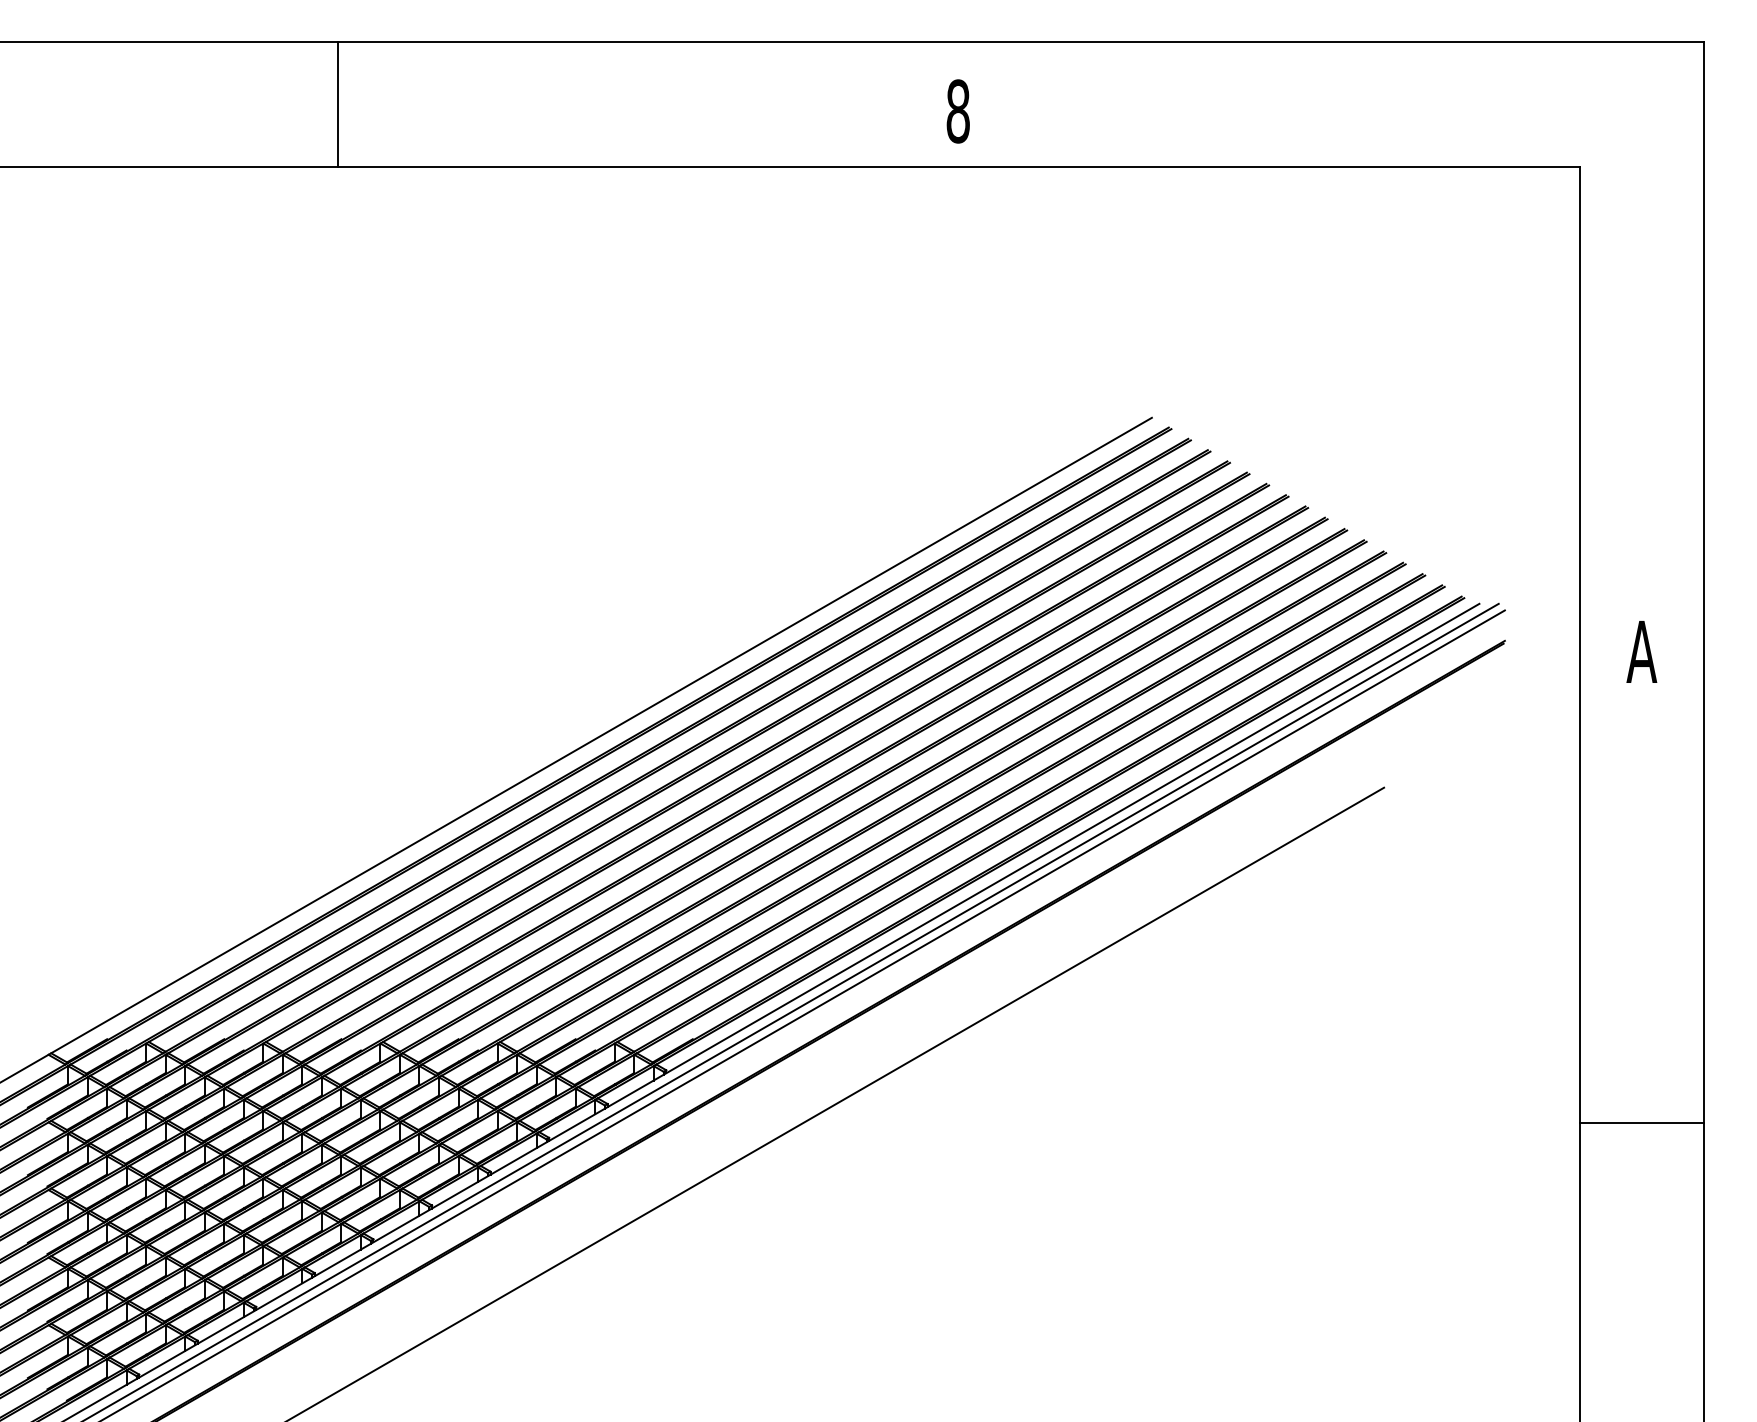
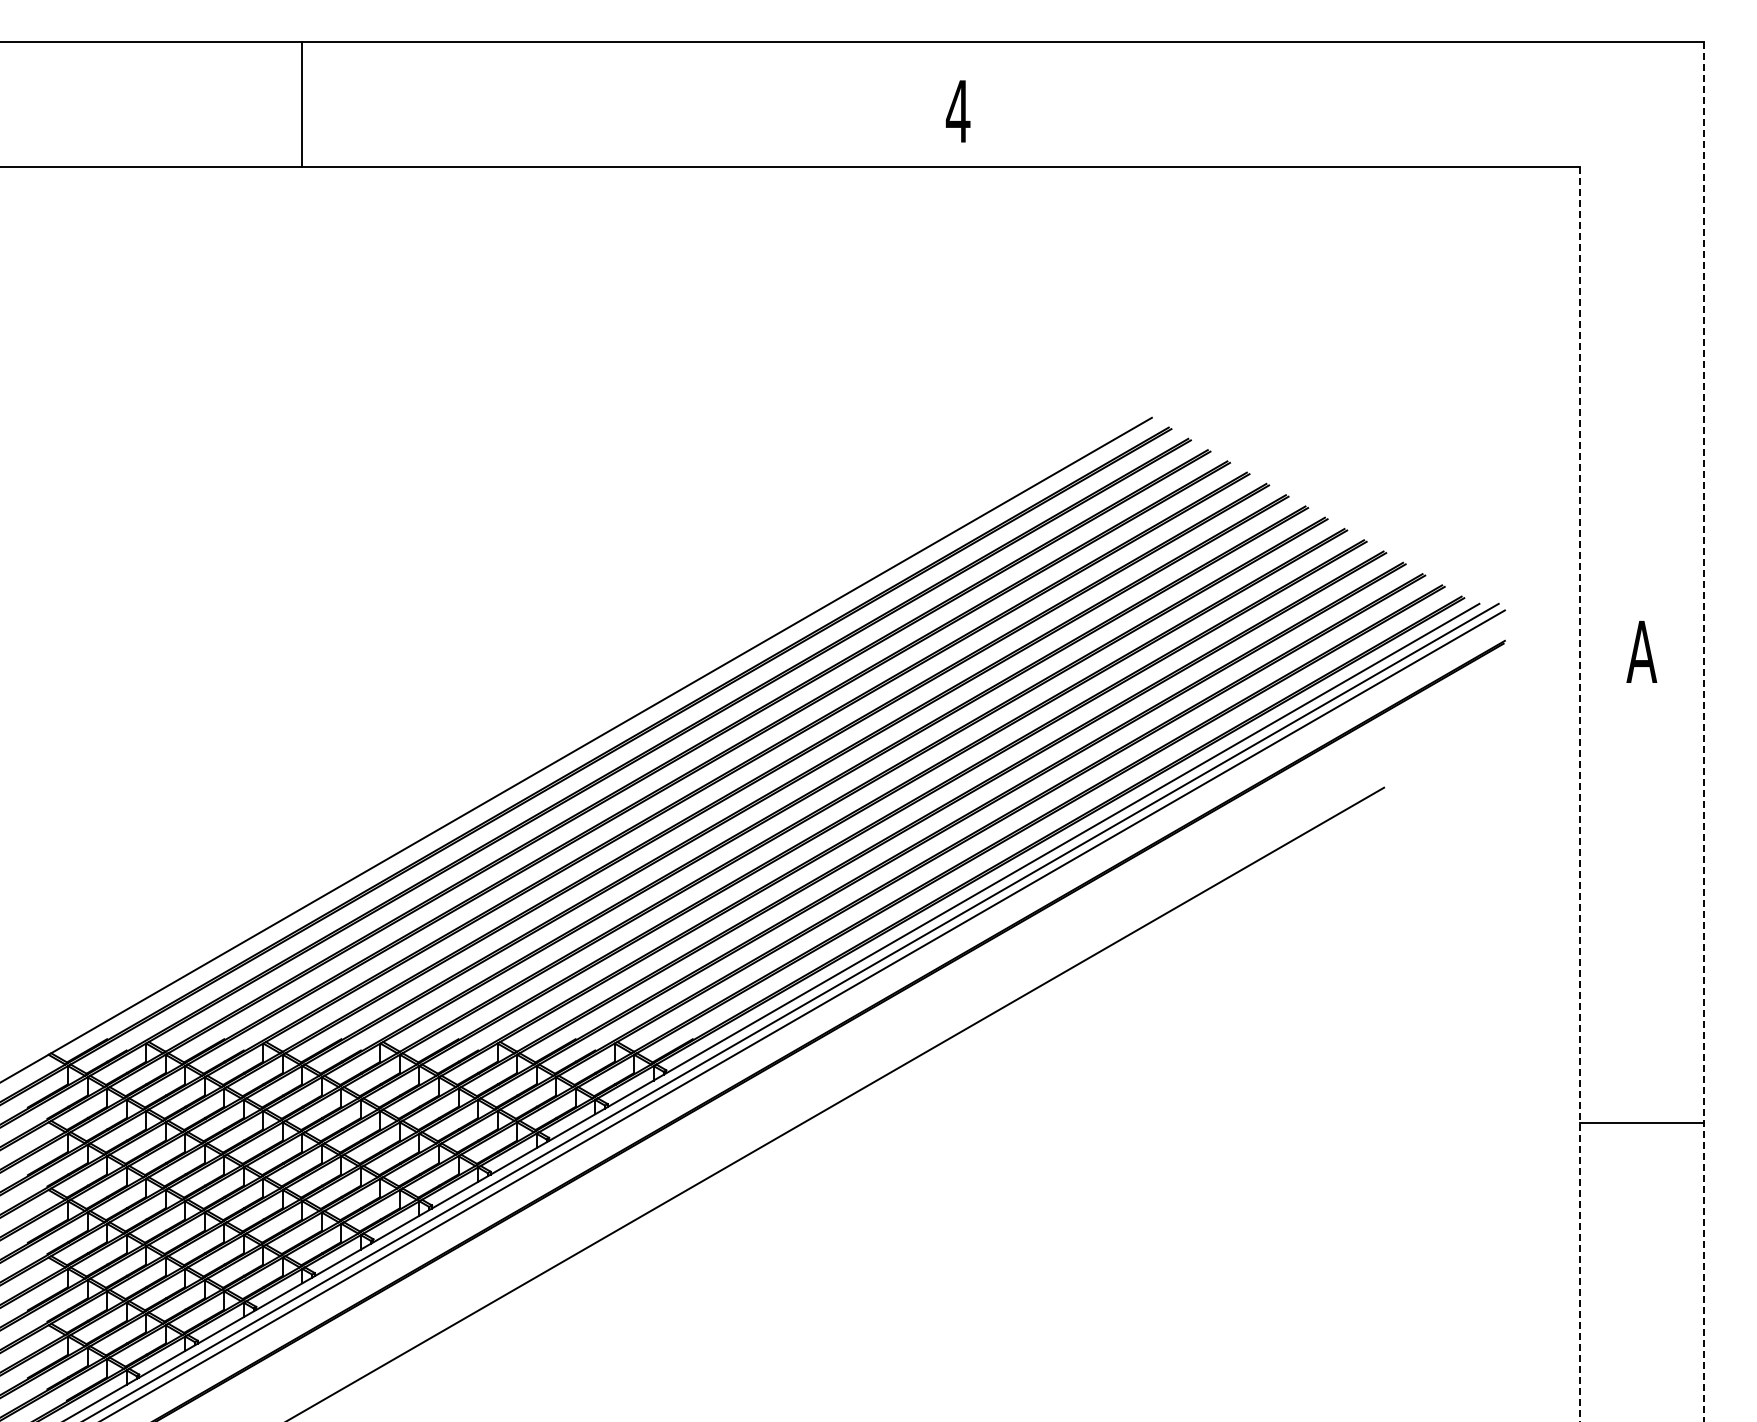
line at (337, 104) position: (337, 104) -> (301, 104)
text at (957, 111): 8 -> 4
line at (1704, 731): solid -> dashed
line at (1580, 794): solid -> dashed
